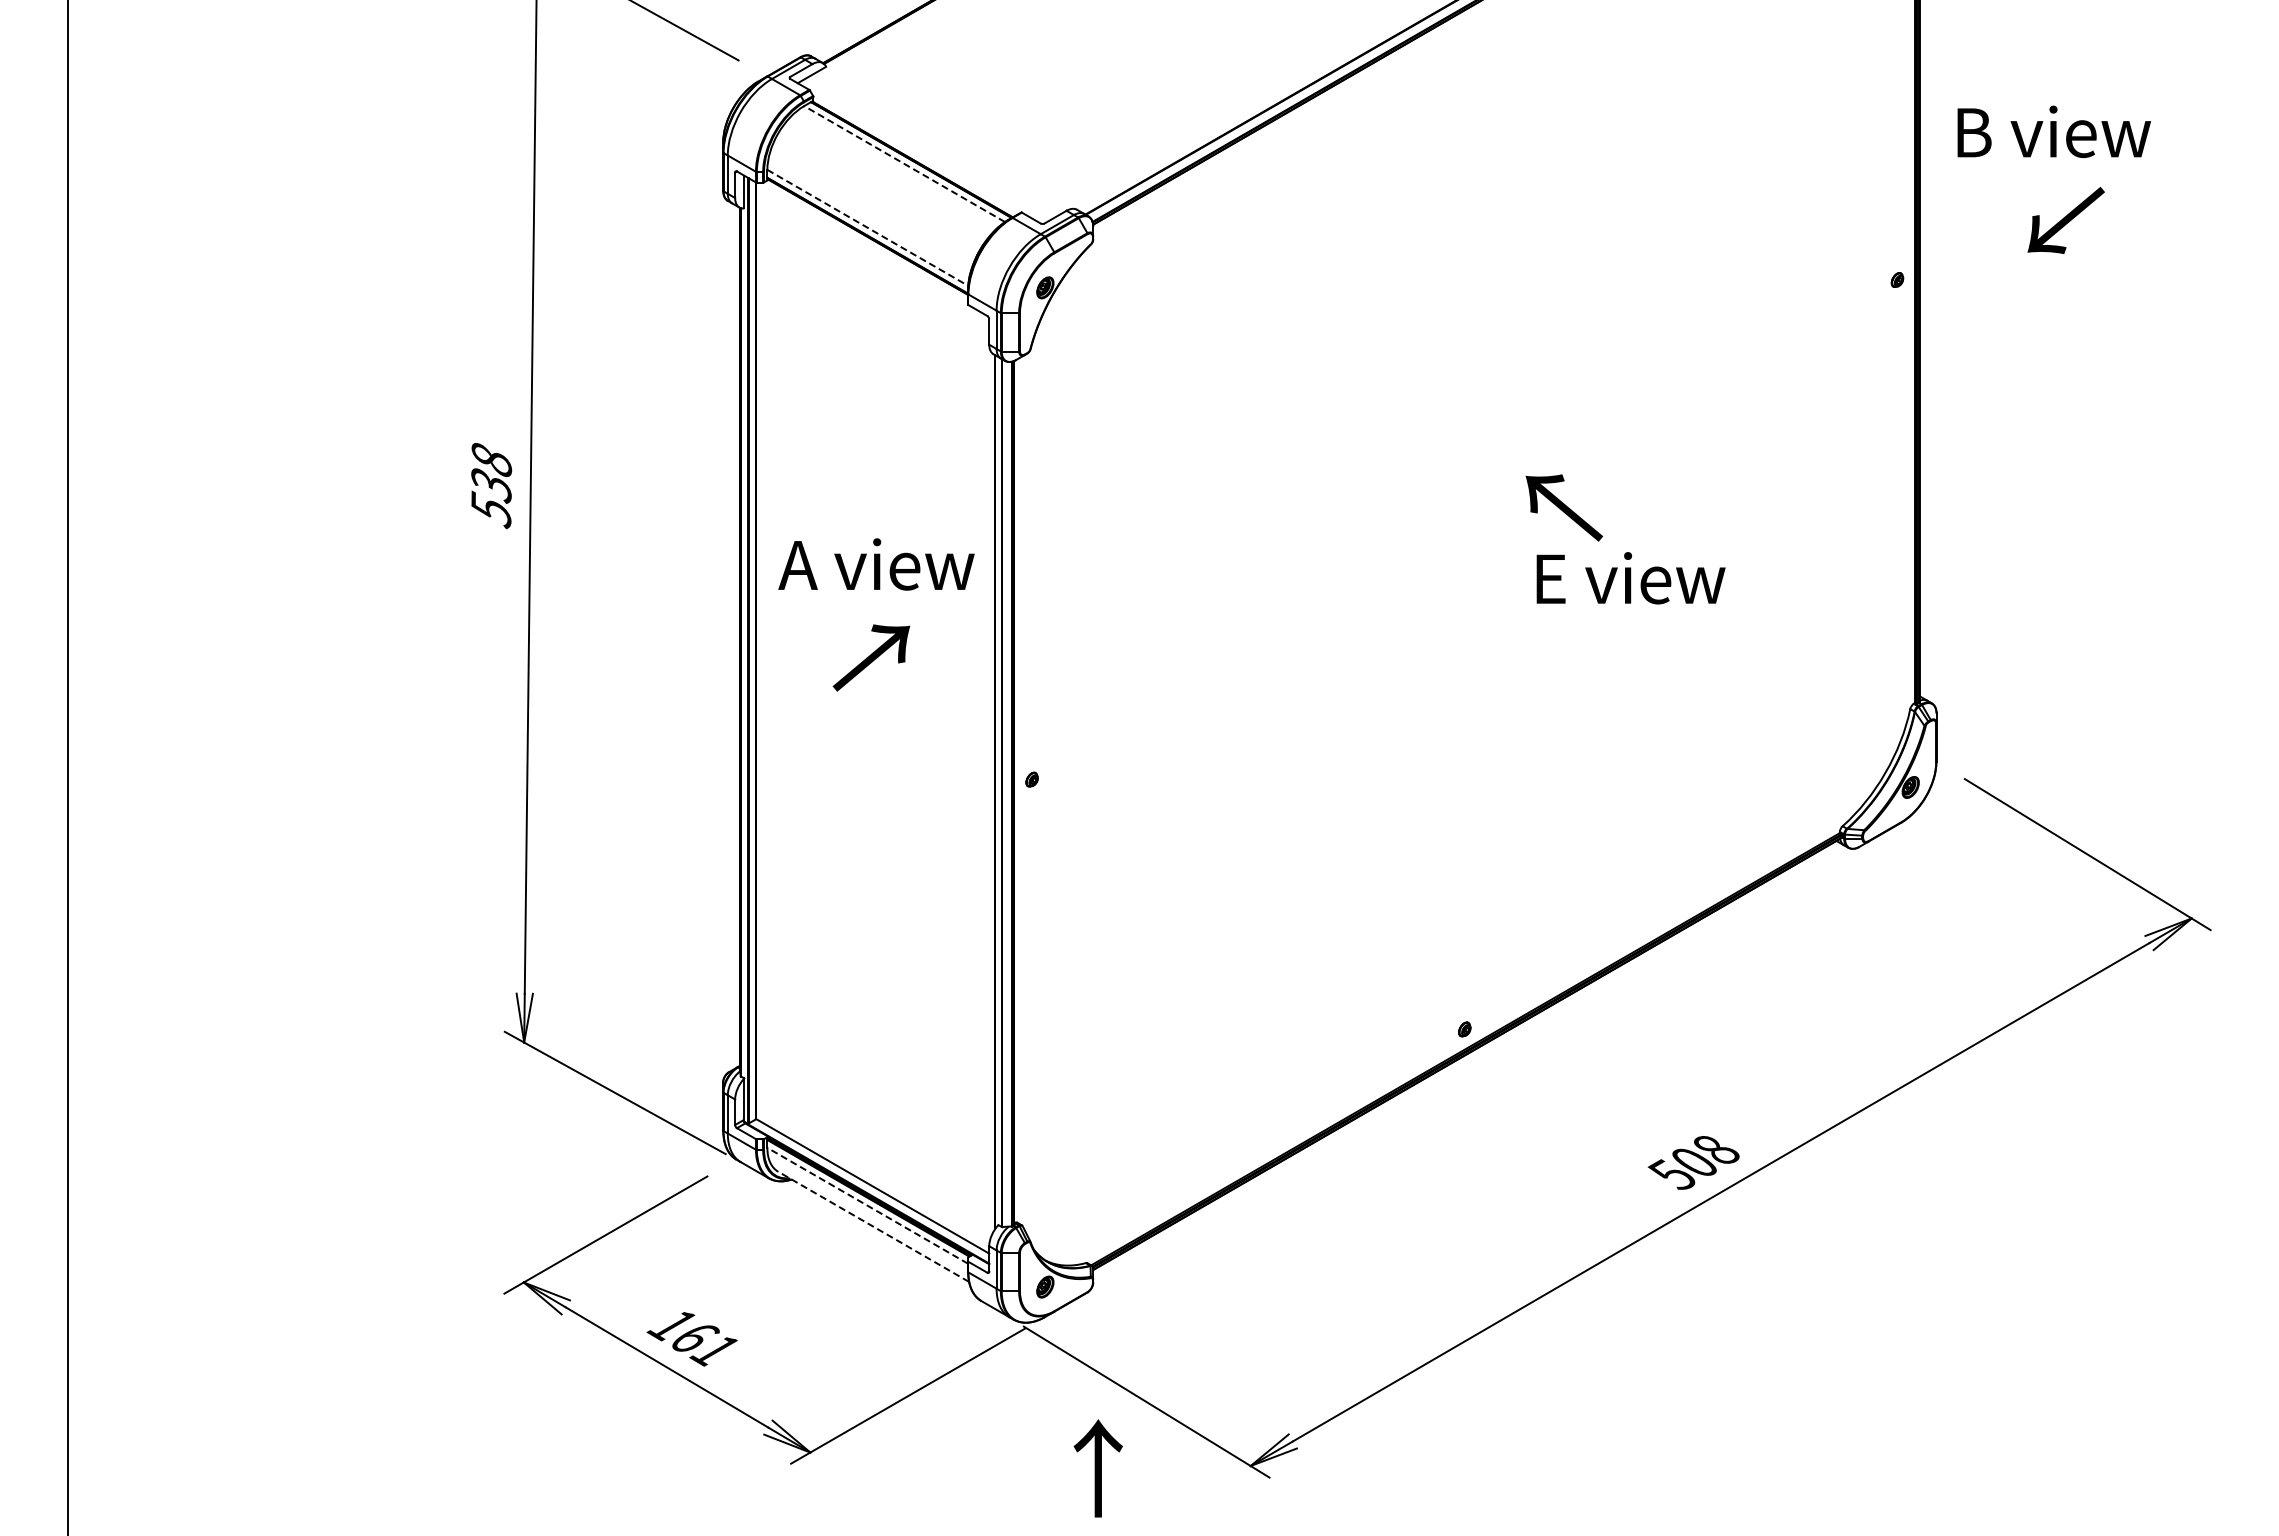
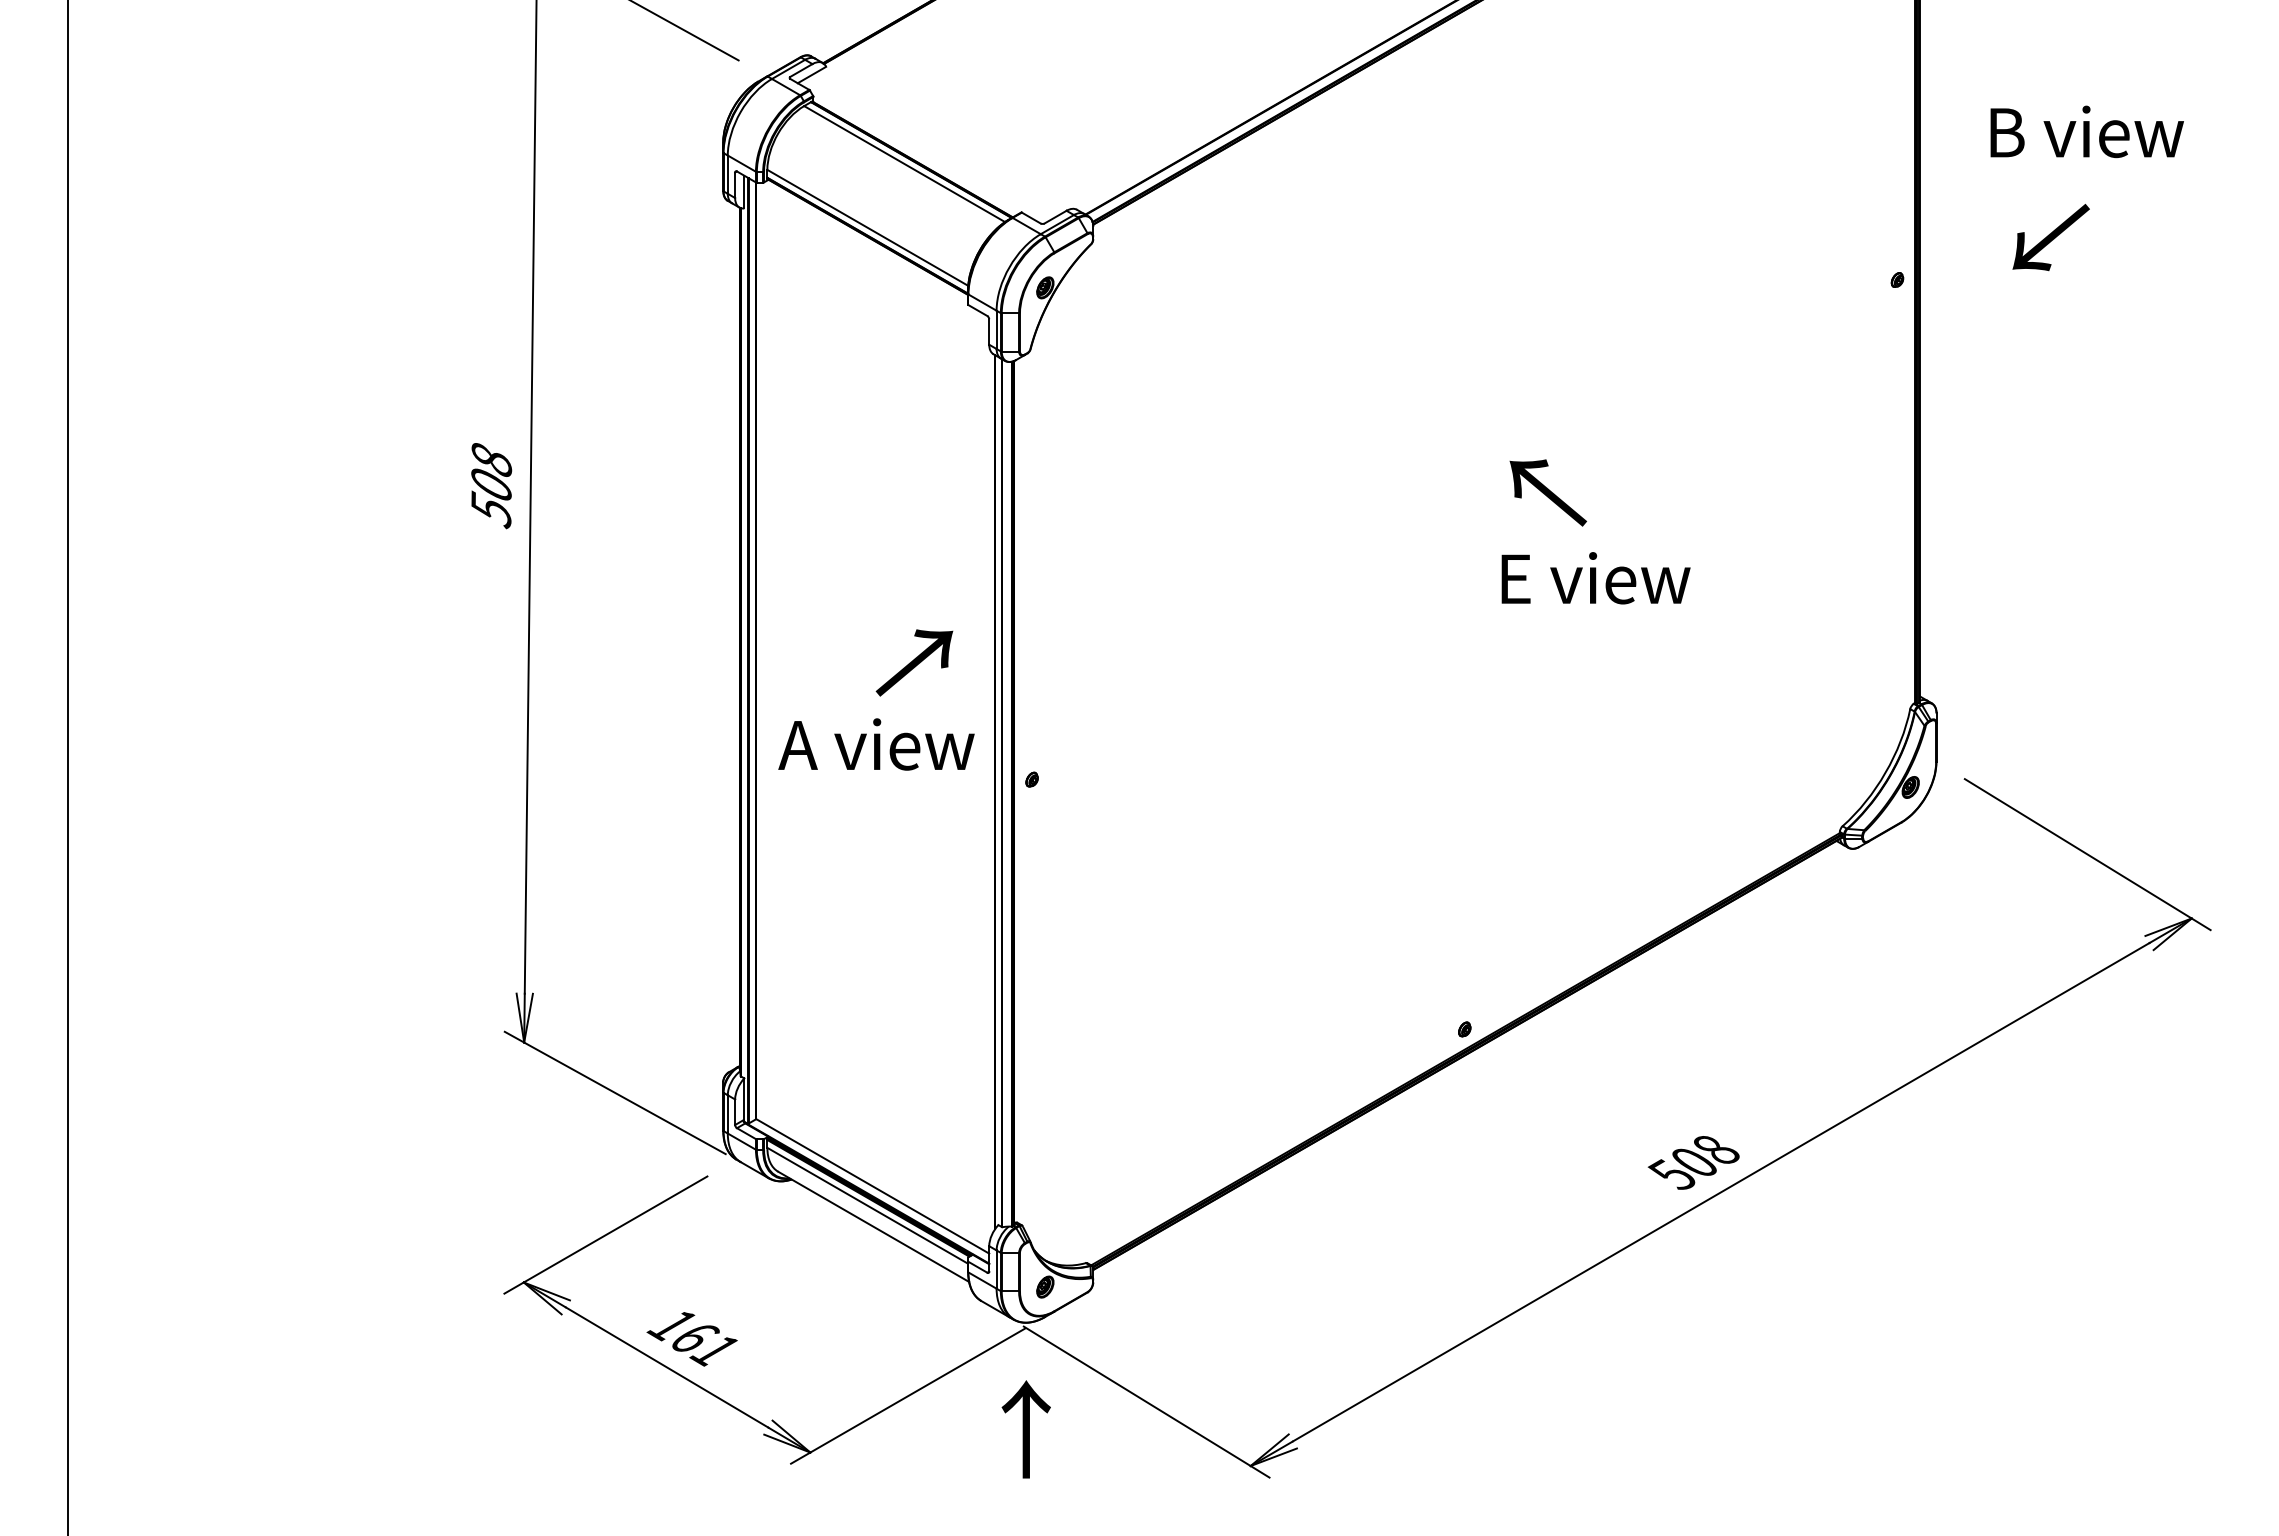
text at (2053, 131) position: (2053, 131) -> (2086, 131)
line at (904, 164): dashed -> solid
text at (2065, 220) position: (2065, 220) -> (2050, 237)
line at (867, 227): dashed -> solid
text at (491, 485): 538 -> 508
text at (1563, 507) position: (1563, 507) -> (1547, 492)
text at (876, 564) position: (876, 564) -> (876, 744)
text at (1630, 578) position: (1630, 578) -> (1595, 578)
text at (871, 657) position: (871, 657) -> (914, 662)
line at (867, 1205): dashed -> solid
line at (873, 1226): dashed -> solid
text at (1097, 1468) position: (1097, 1468) -> (1025, 1429)
